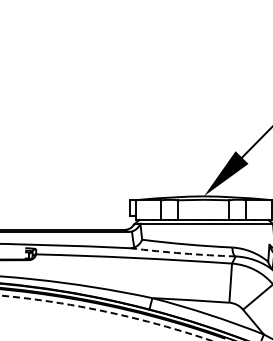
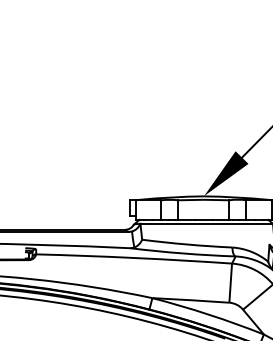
arc at (182, 253): dashed -> solid
arc at (107, 312): dashed -> solid
